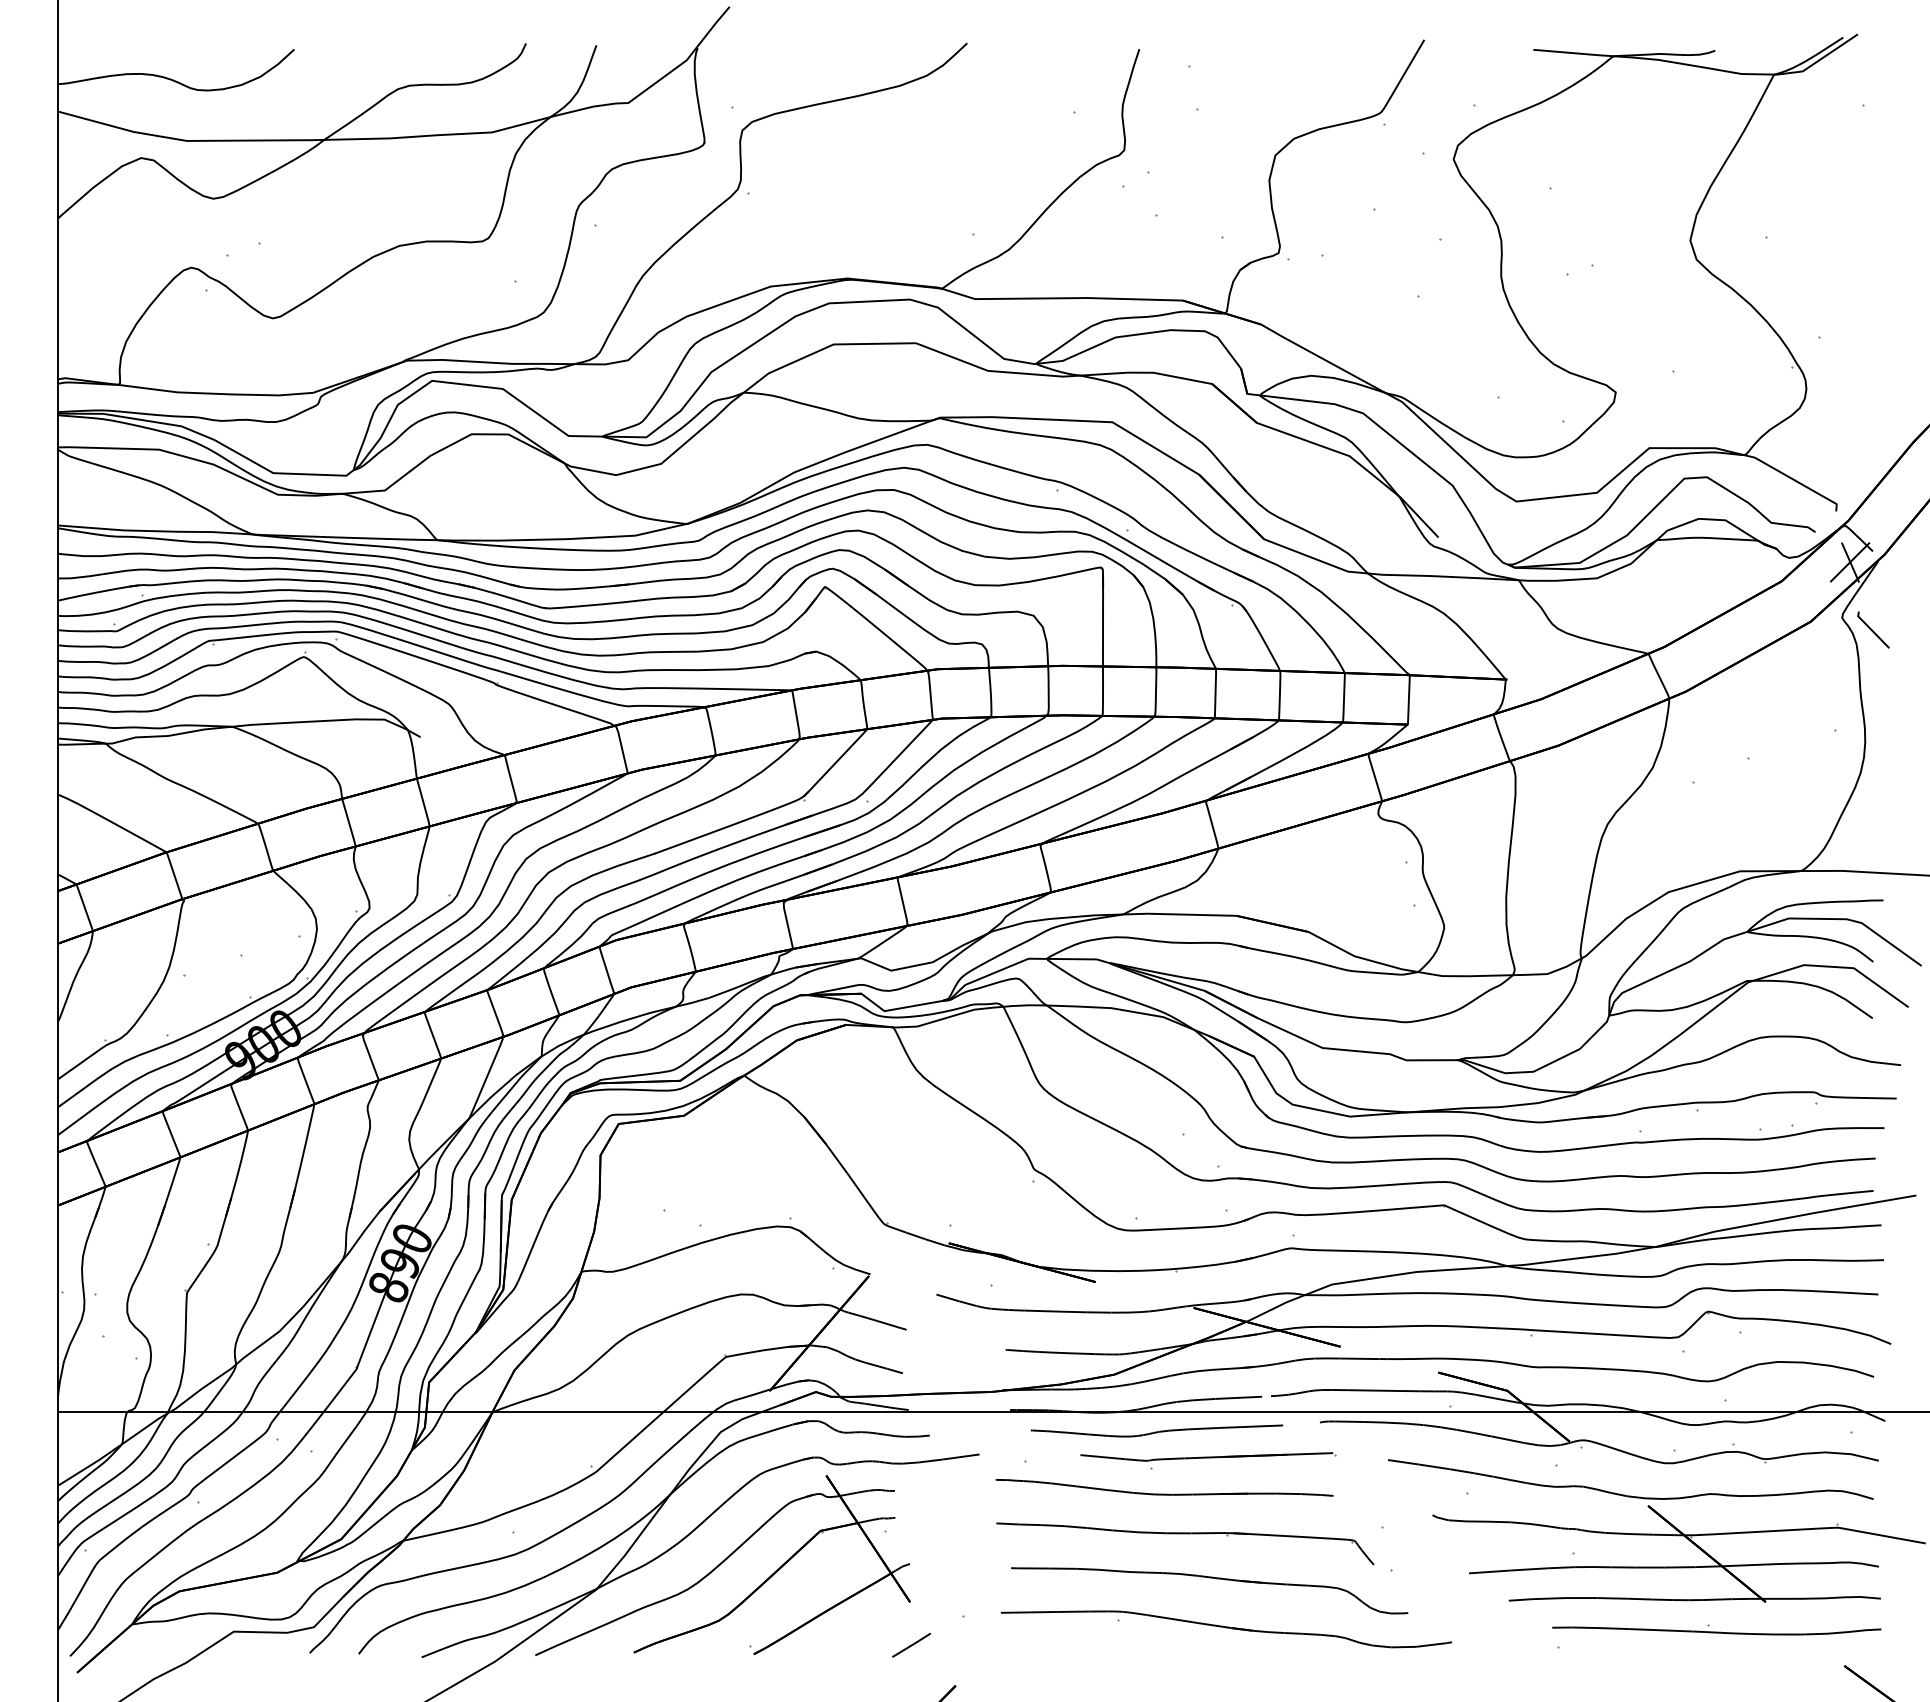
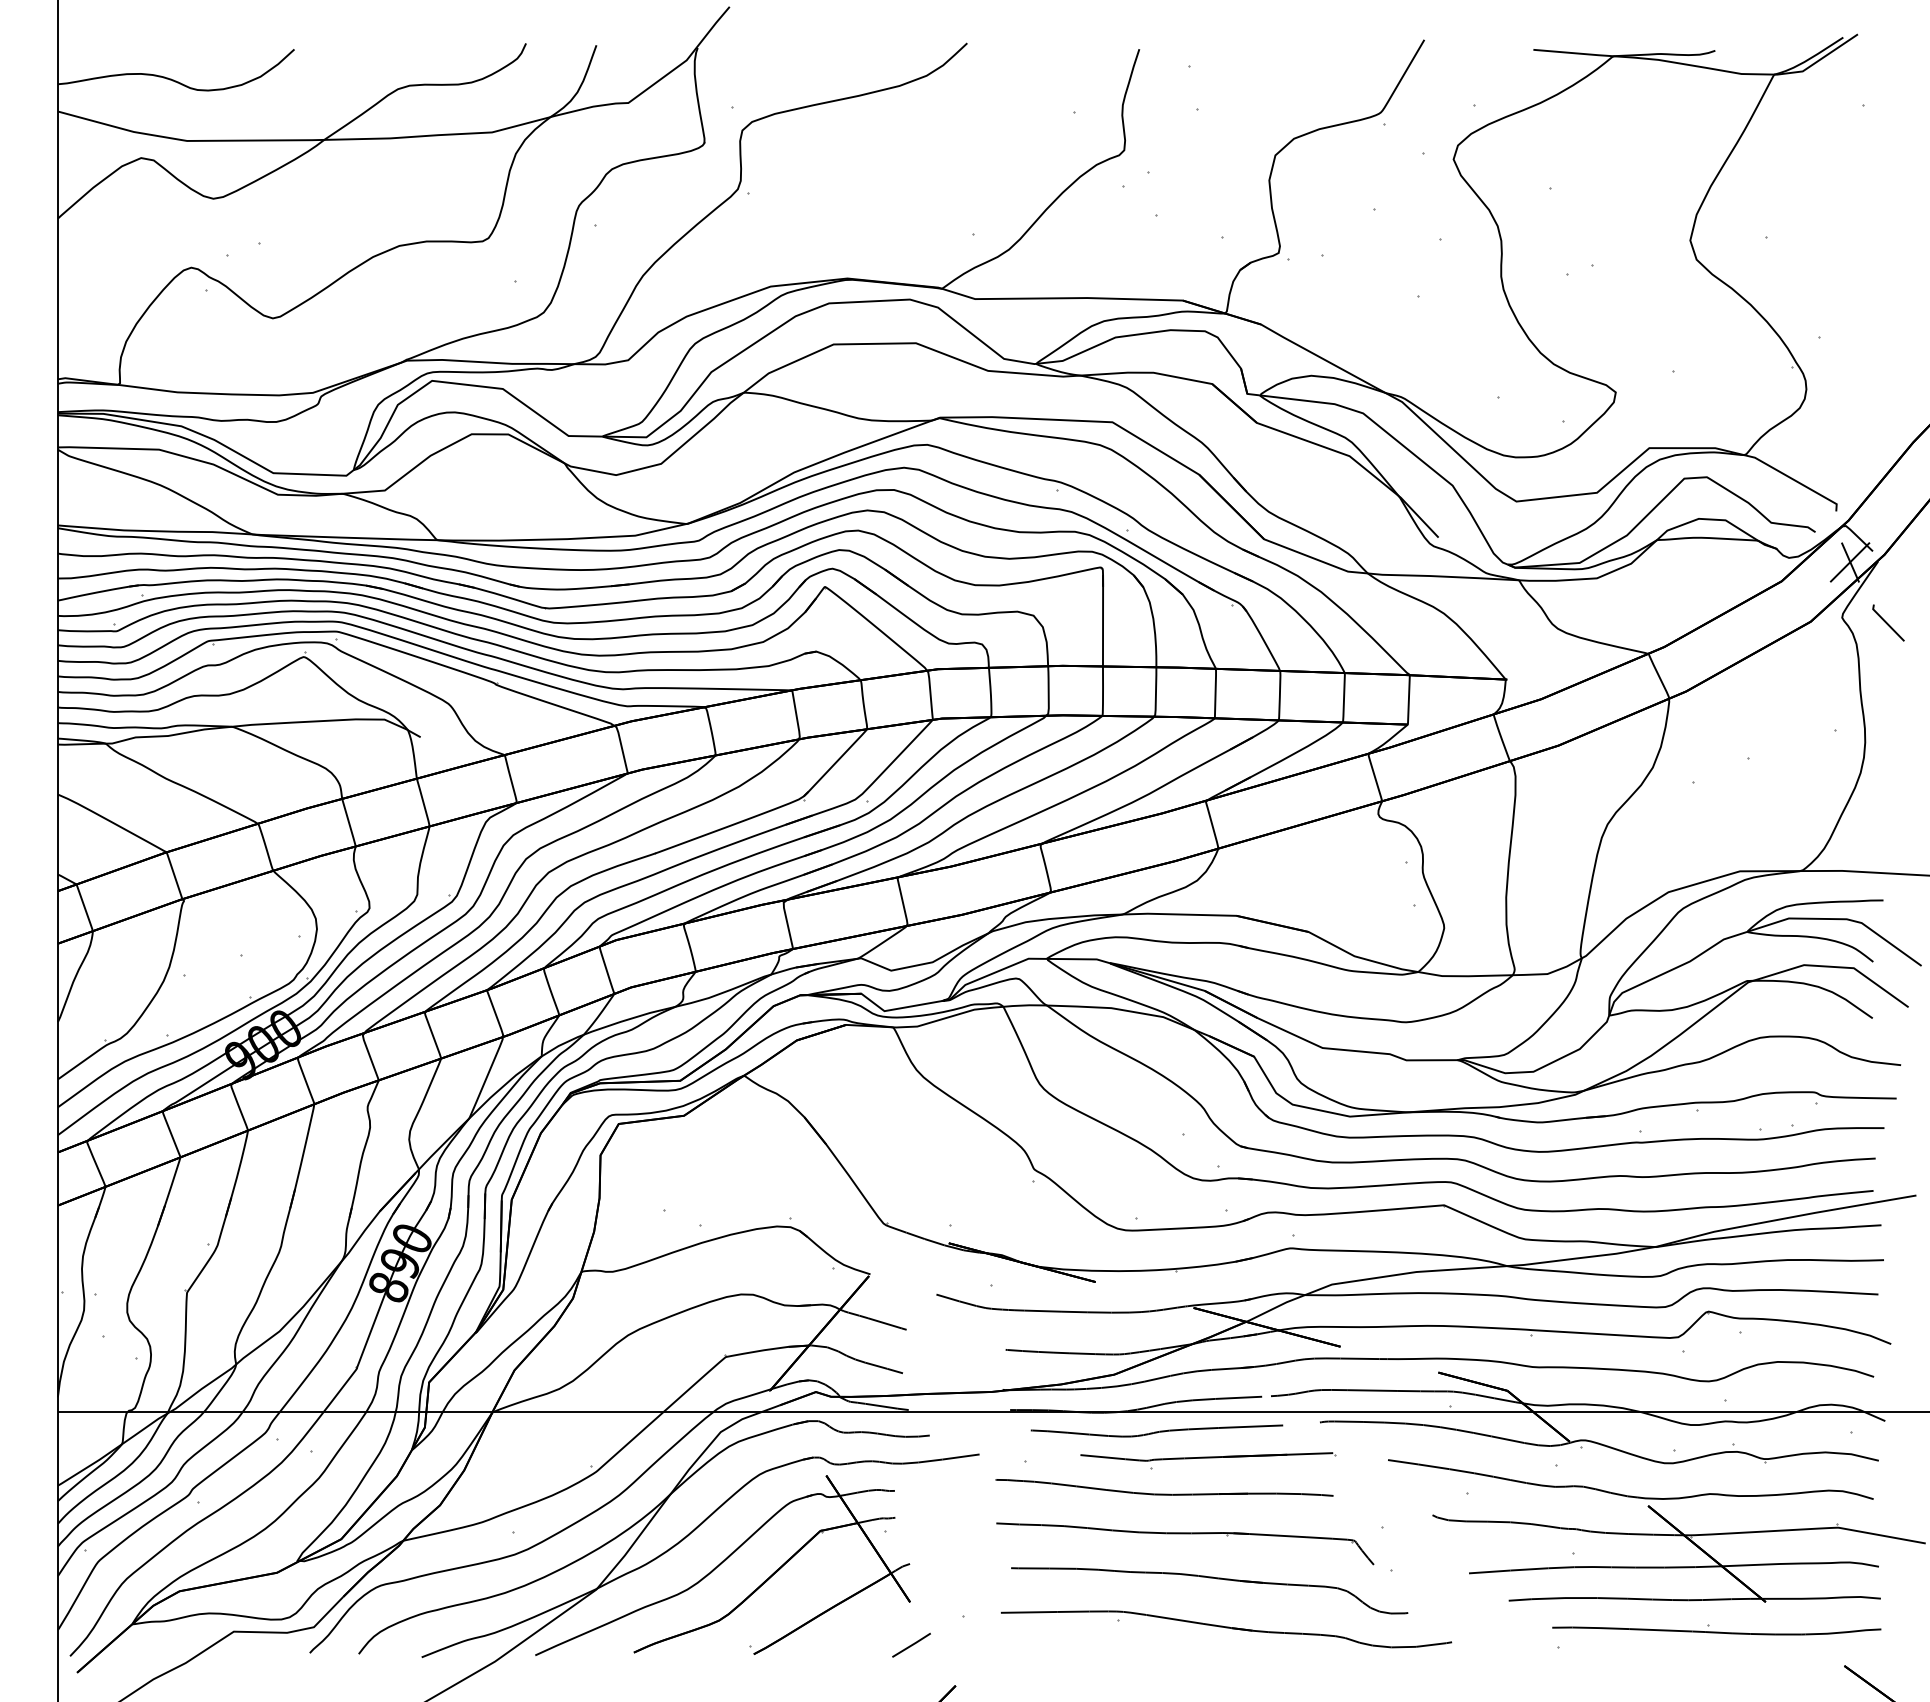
line at (1872, 629) position: (1872, 629) -> (1887, 622)
